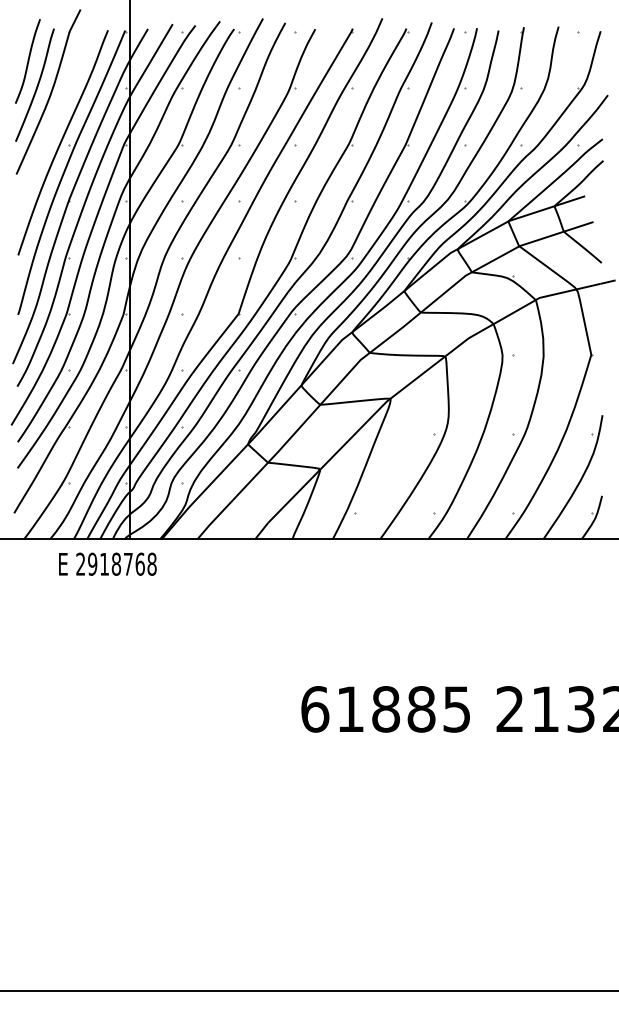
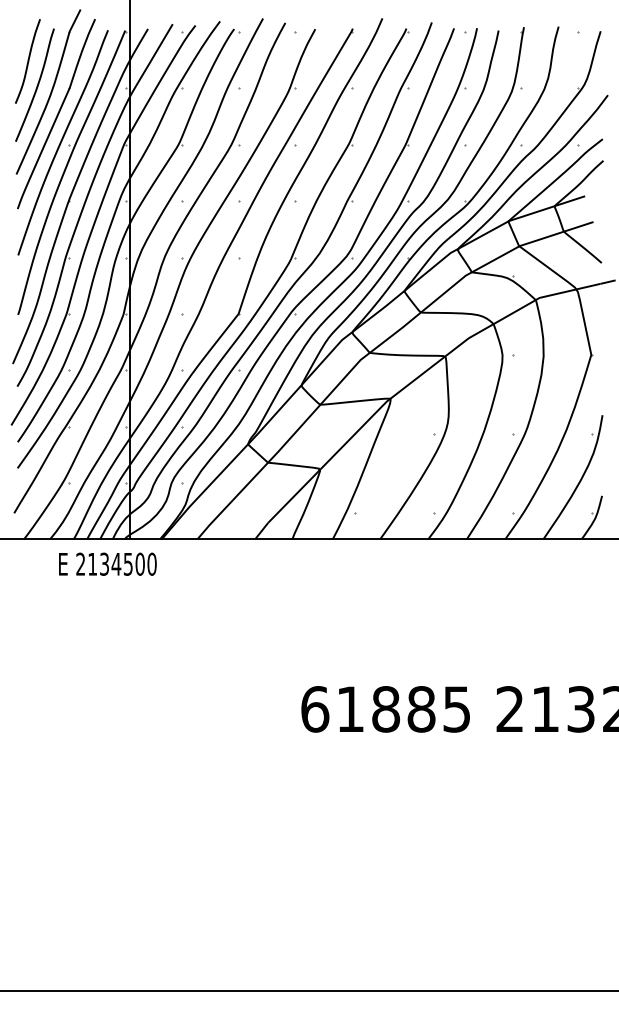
part at (56, 114): none -> present
text at (122, 563): 2918768 -> 2134500
